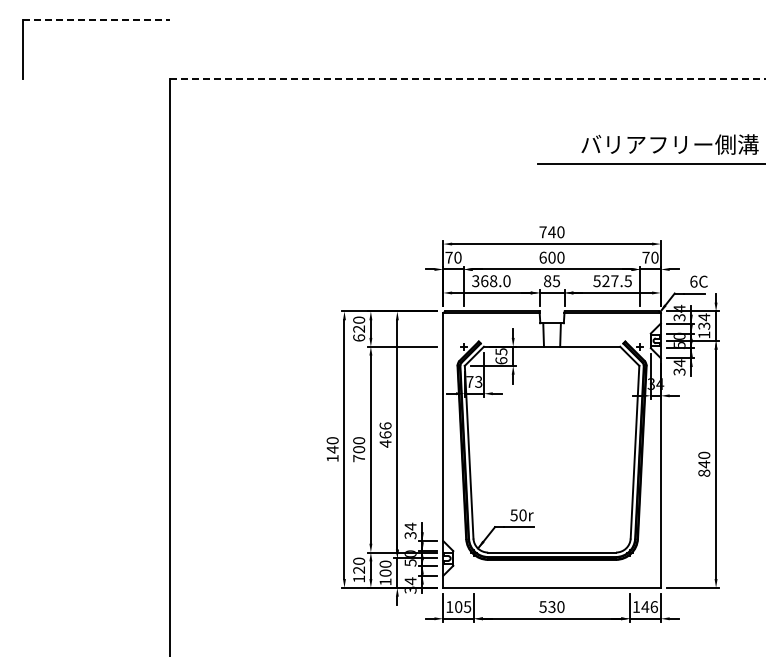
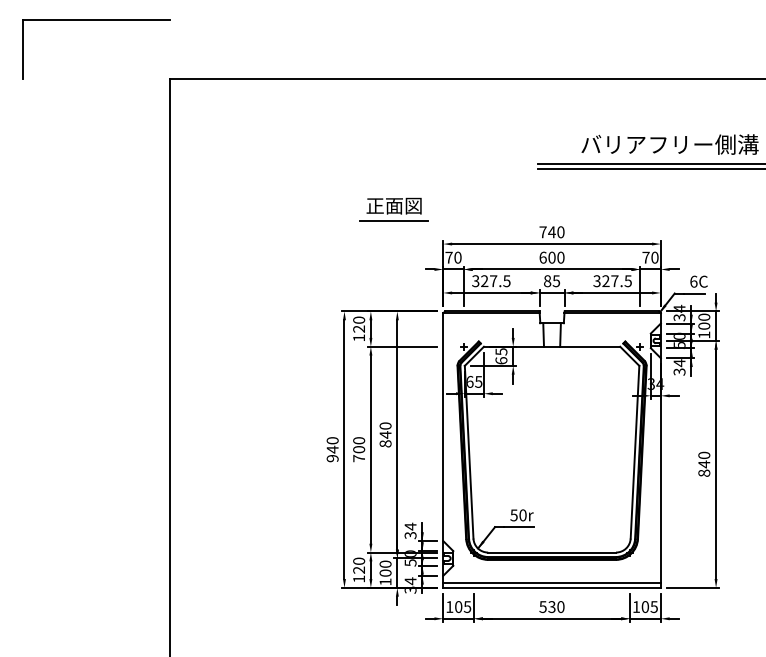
line at (96, 19): dashed -> solid
line at (467, 78): dashed -> solid
line at (649, 168): none -> present
part at (393, 209): none -> present
text at (596, 280): 527.5 -> 327.5
text at (495, 281): 368.0 -> 327.5
text at (704, 321): 134 -> 100
text at (359, 337): 620 -> 120
text at (474, 381): 73 -> 65
text at (385, 434): 466 -> 840
text at (332, 458): 140 -> 940
line at (551, 583): none -> present
text at (649, 607): 146 -> 105
